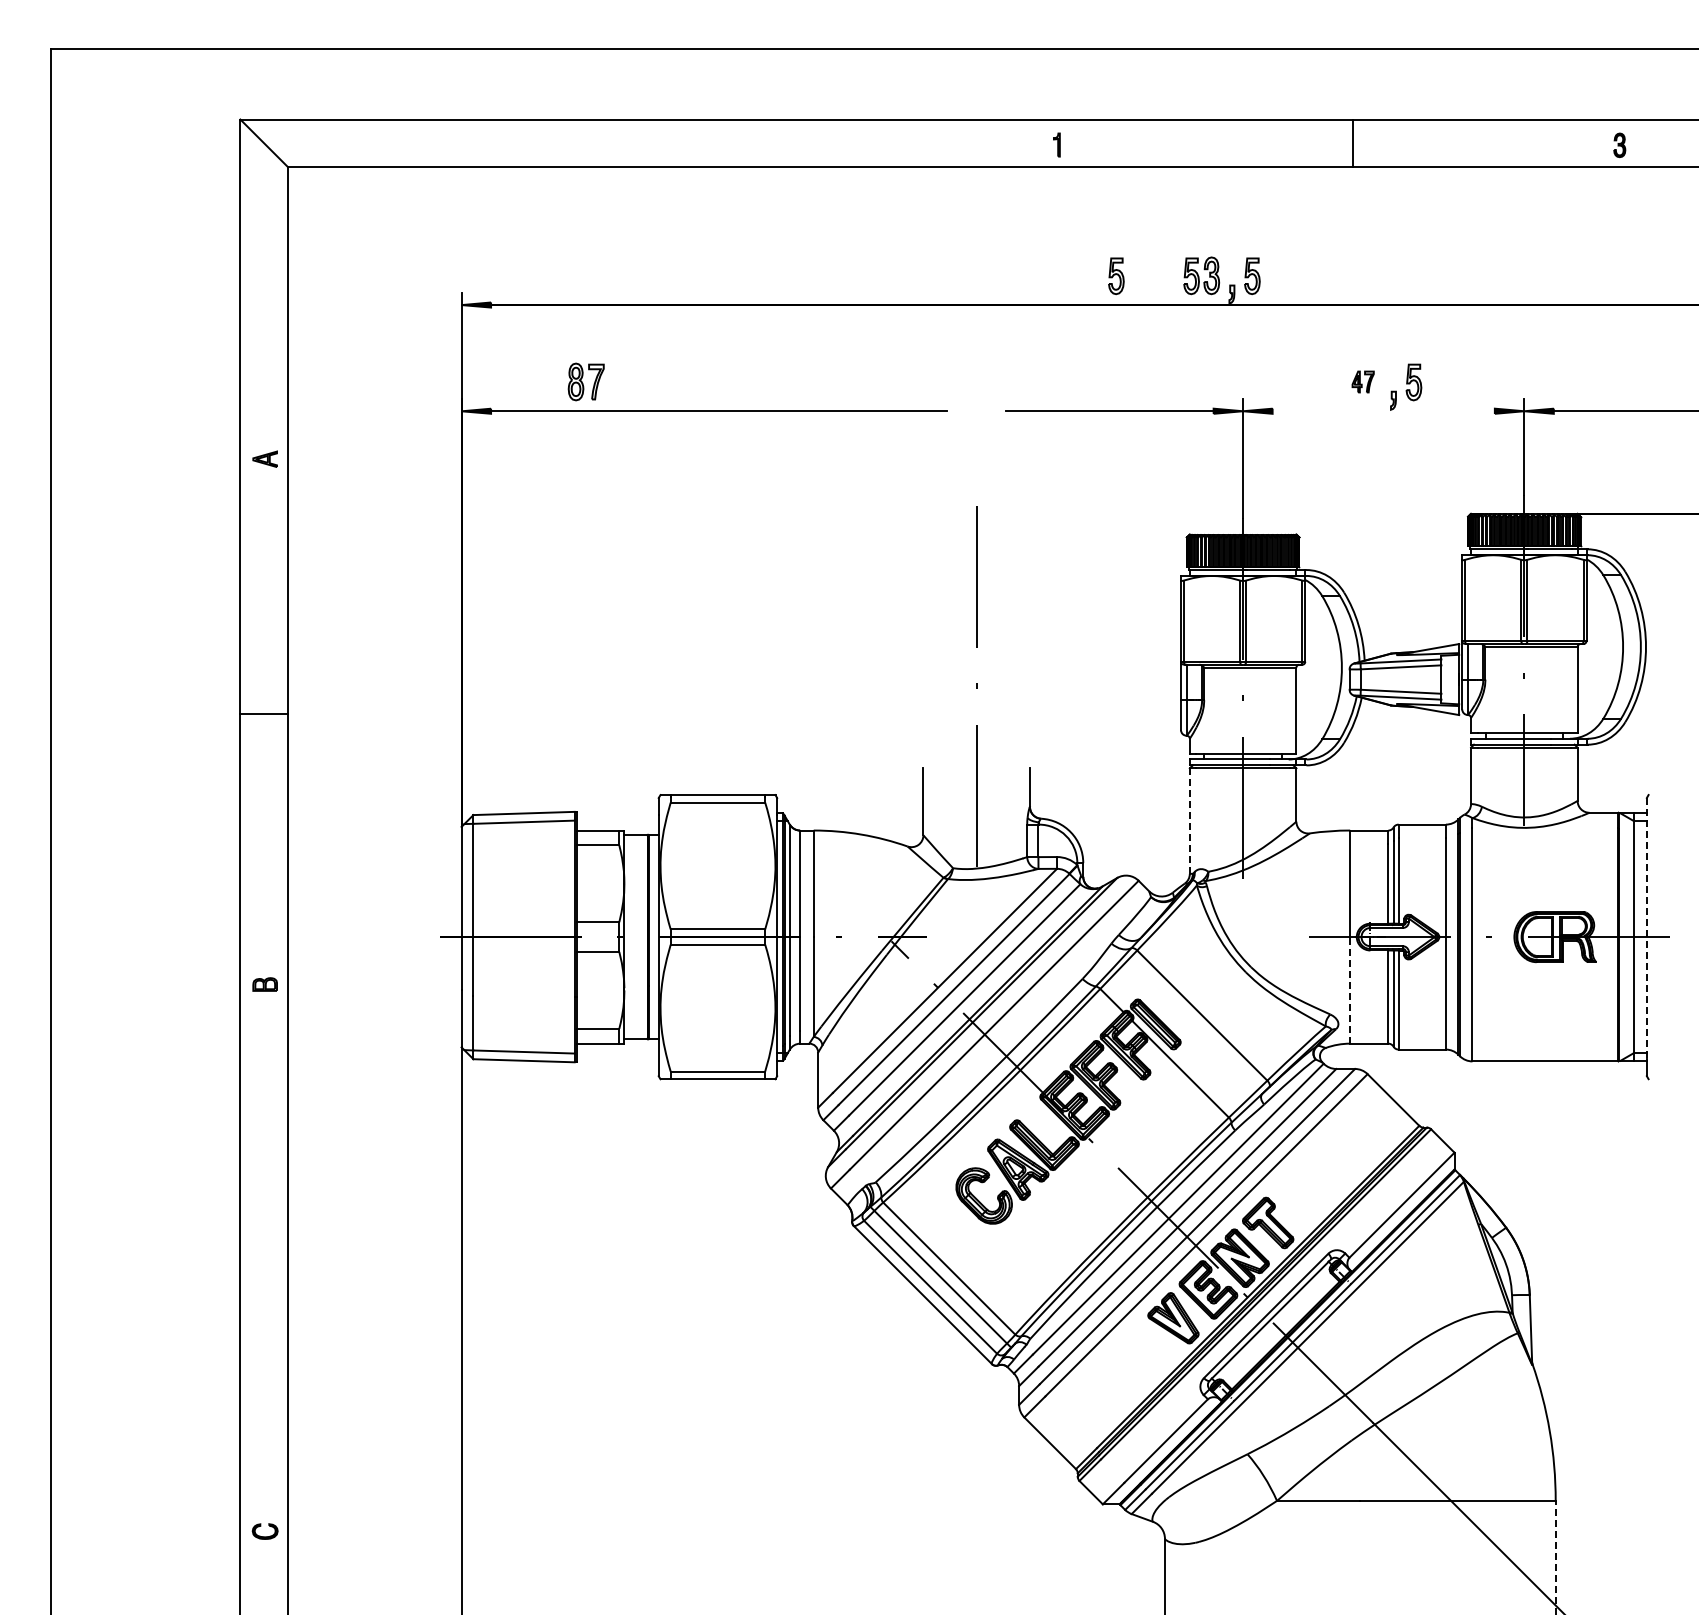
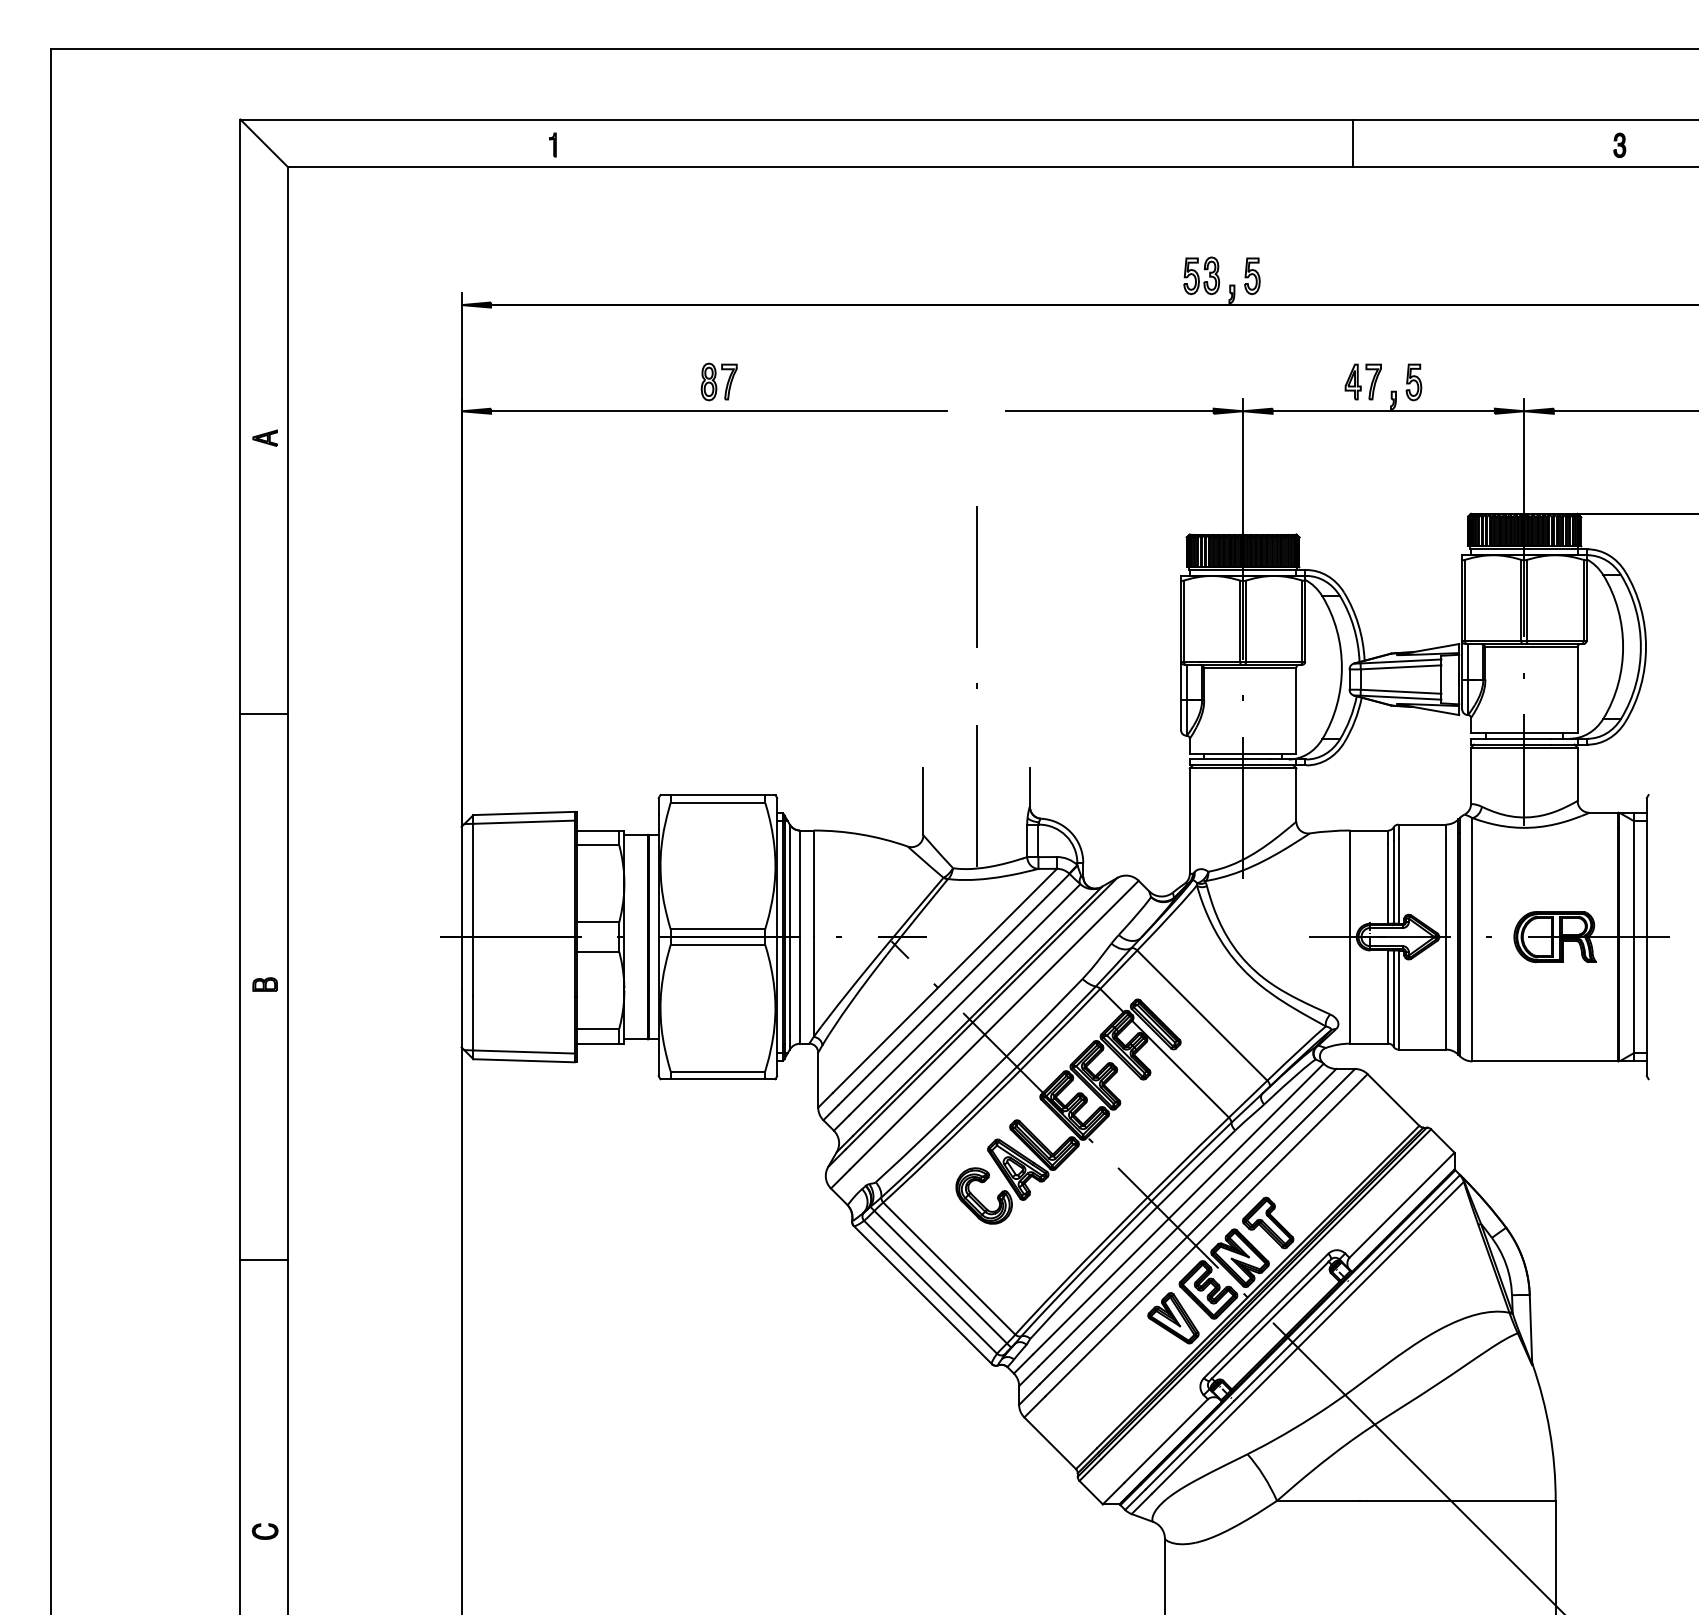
part at (1056, 144) position: (1056, 144) -> (552, 144)
part at (1116, 276): present -> none
part at (585, 381) position: (585, 381) -> (718, 381)
part at (1362, 381) size: 24x24 px -> 38x38 px
line at (1383, 411): none -> present
part at (264, 458) position: (264, 458) -> (264, 437)
line at (1189, 821): dashed -> solid
line at (1646, 928): dashed -> solid
line at (1350, 989): dashed -> solid
line at (263, 1260): none -> present
line at (1555, 1557): dashed -> solid
